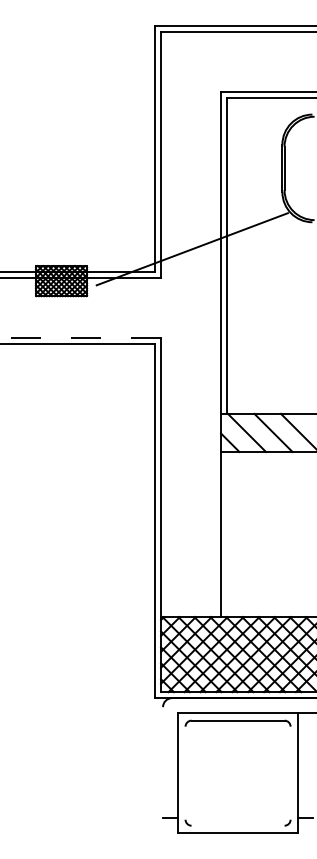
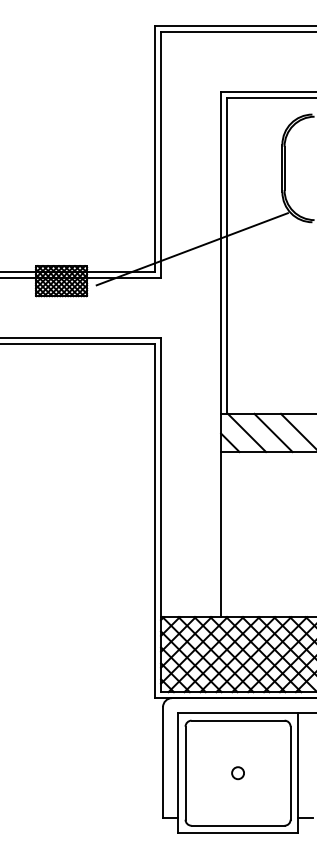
line at (80, 337): dashed -> solid
line at (163, 762): none -> present
line at (185, 772): none -> present
line at (290, 772): none -> present
circle at (237, 773): none -> present
line at (237, 825): none -> present
